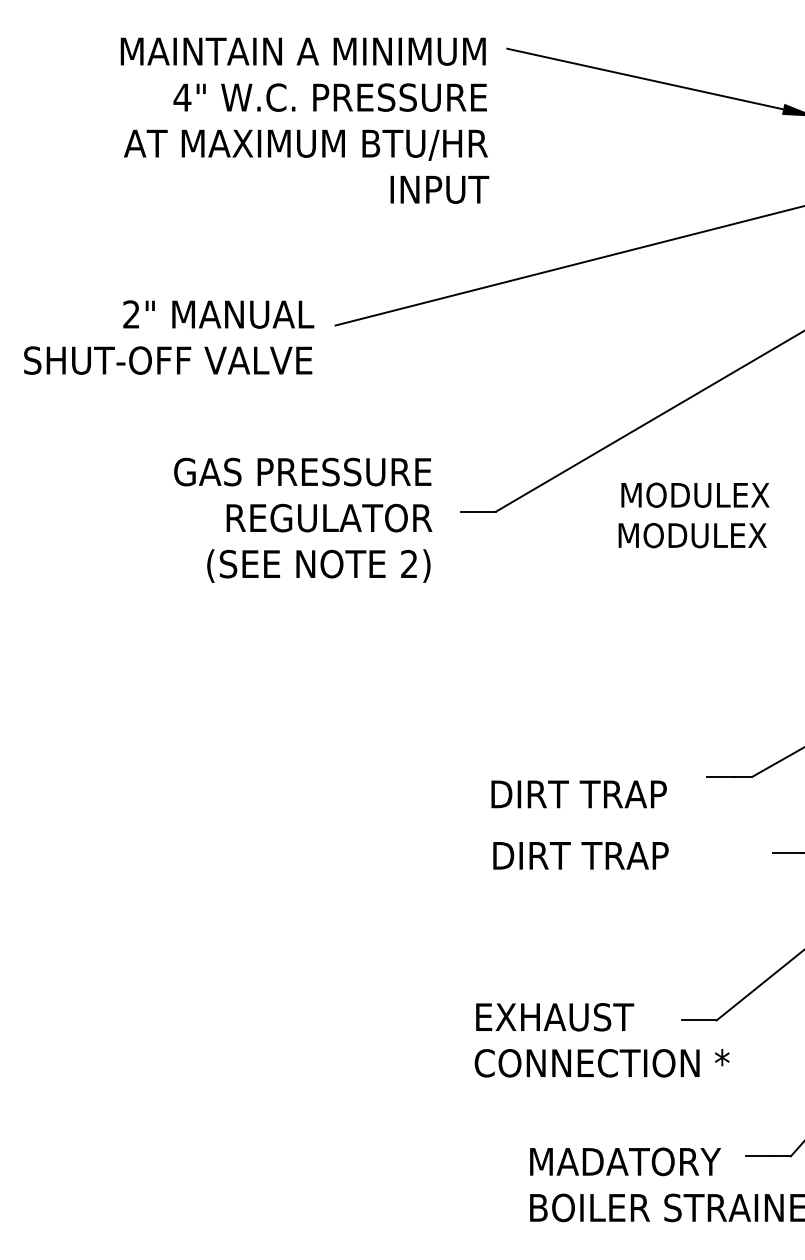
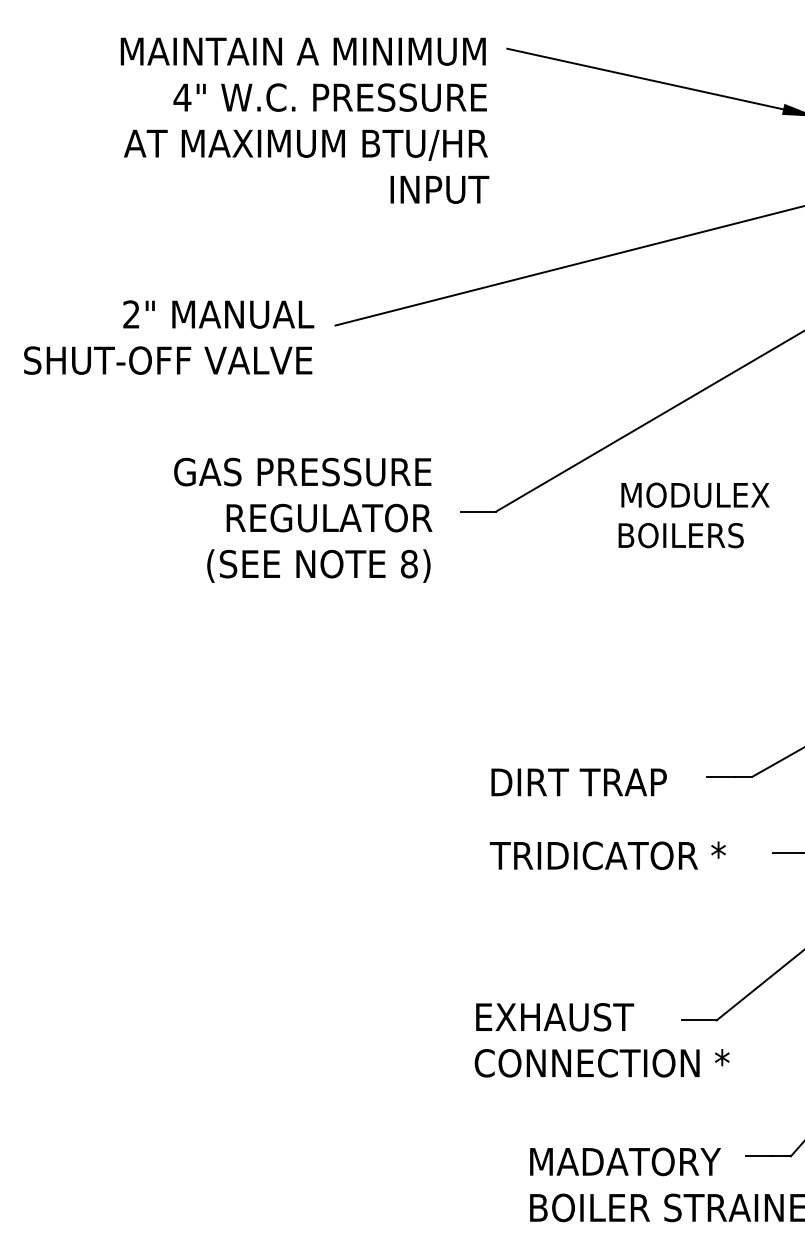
text at (693, 535): MODULEX -> BOILERS
text at (409, 564): 2) -> 8)
text at (578, 794) position: (578, 794) -> (578, 782)
text at (607, 855): DIRT TRAP -> TRIDICATOR *
